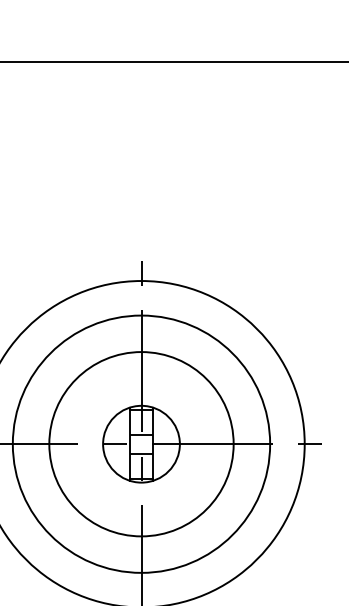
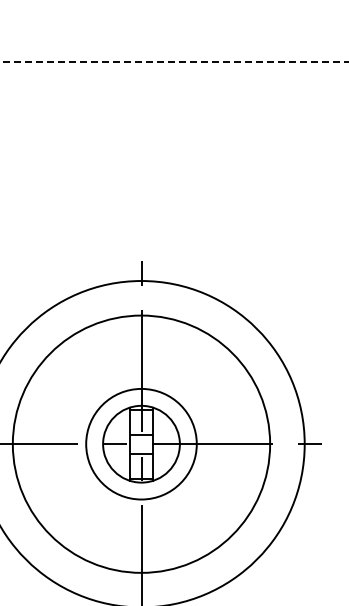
line at (174, 62): solid -> dashed
circle at (141, 444) diameter: 184 px -> 111 px
